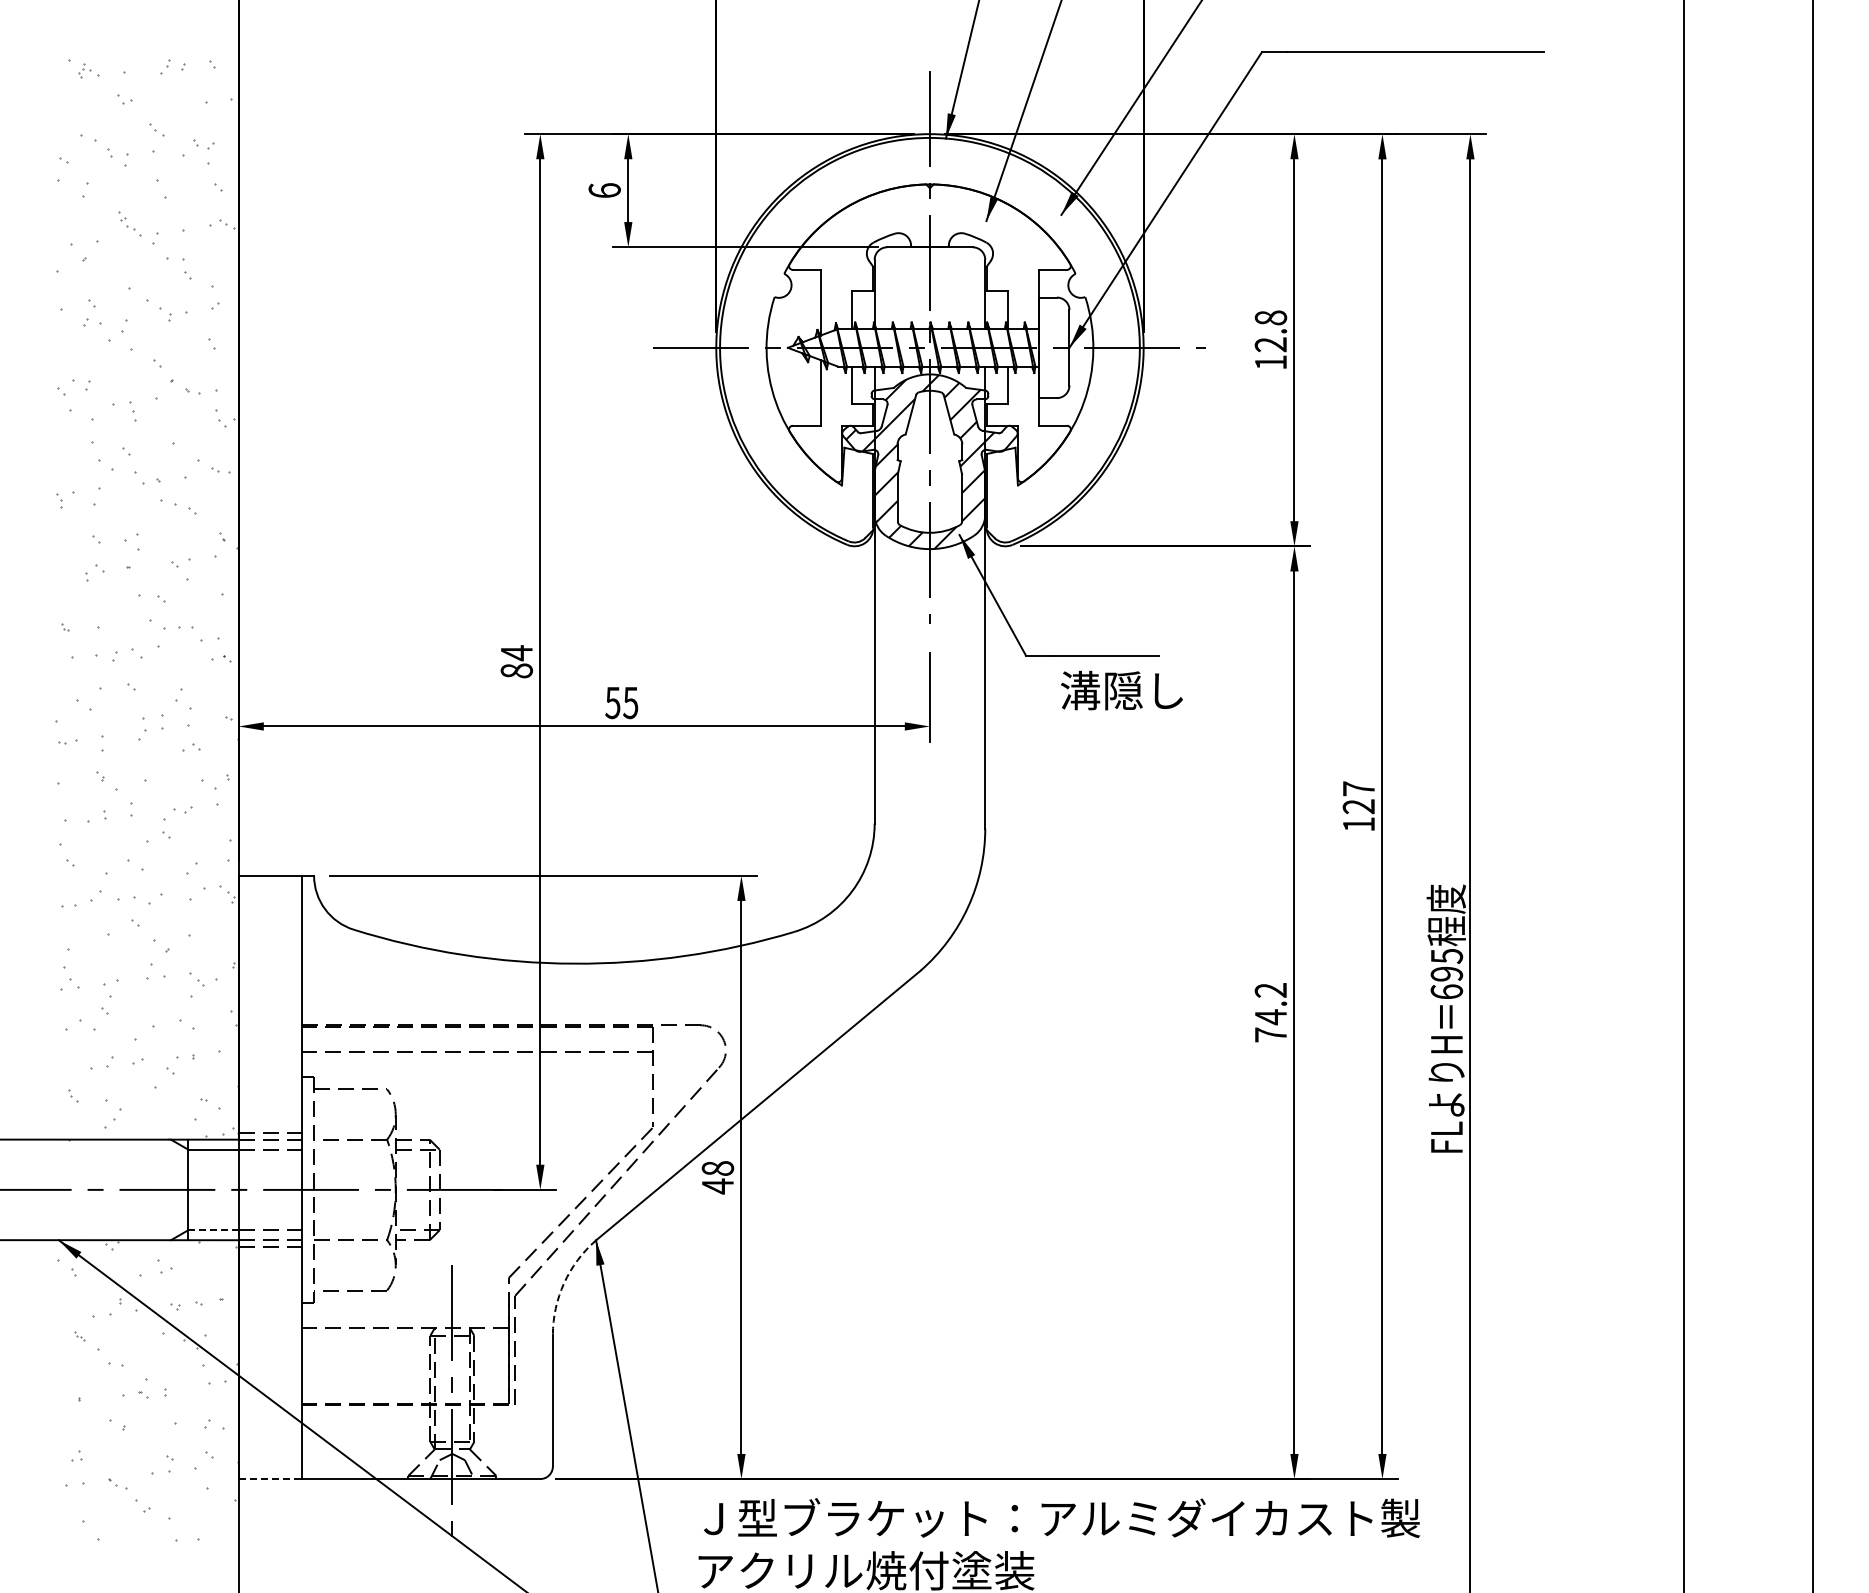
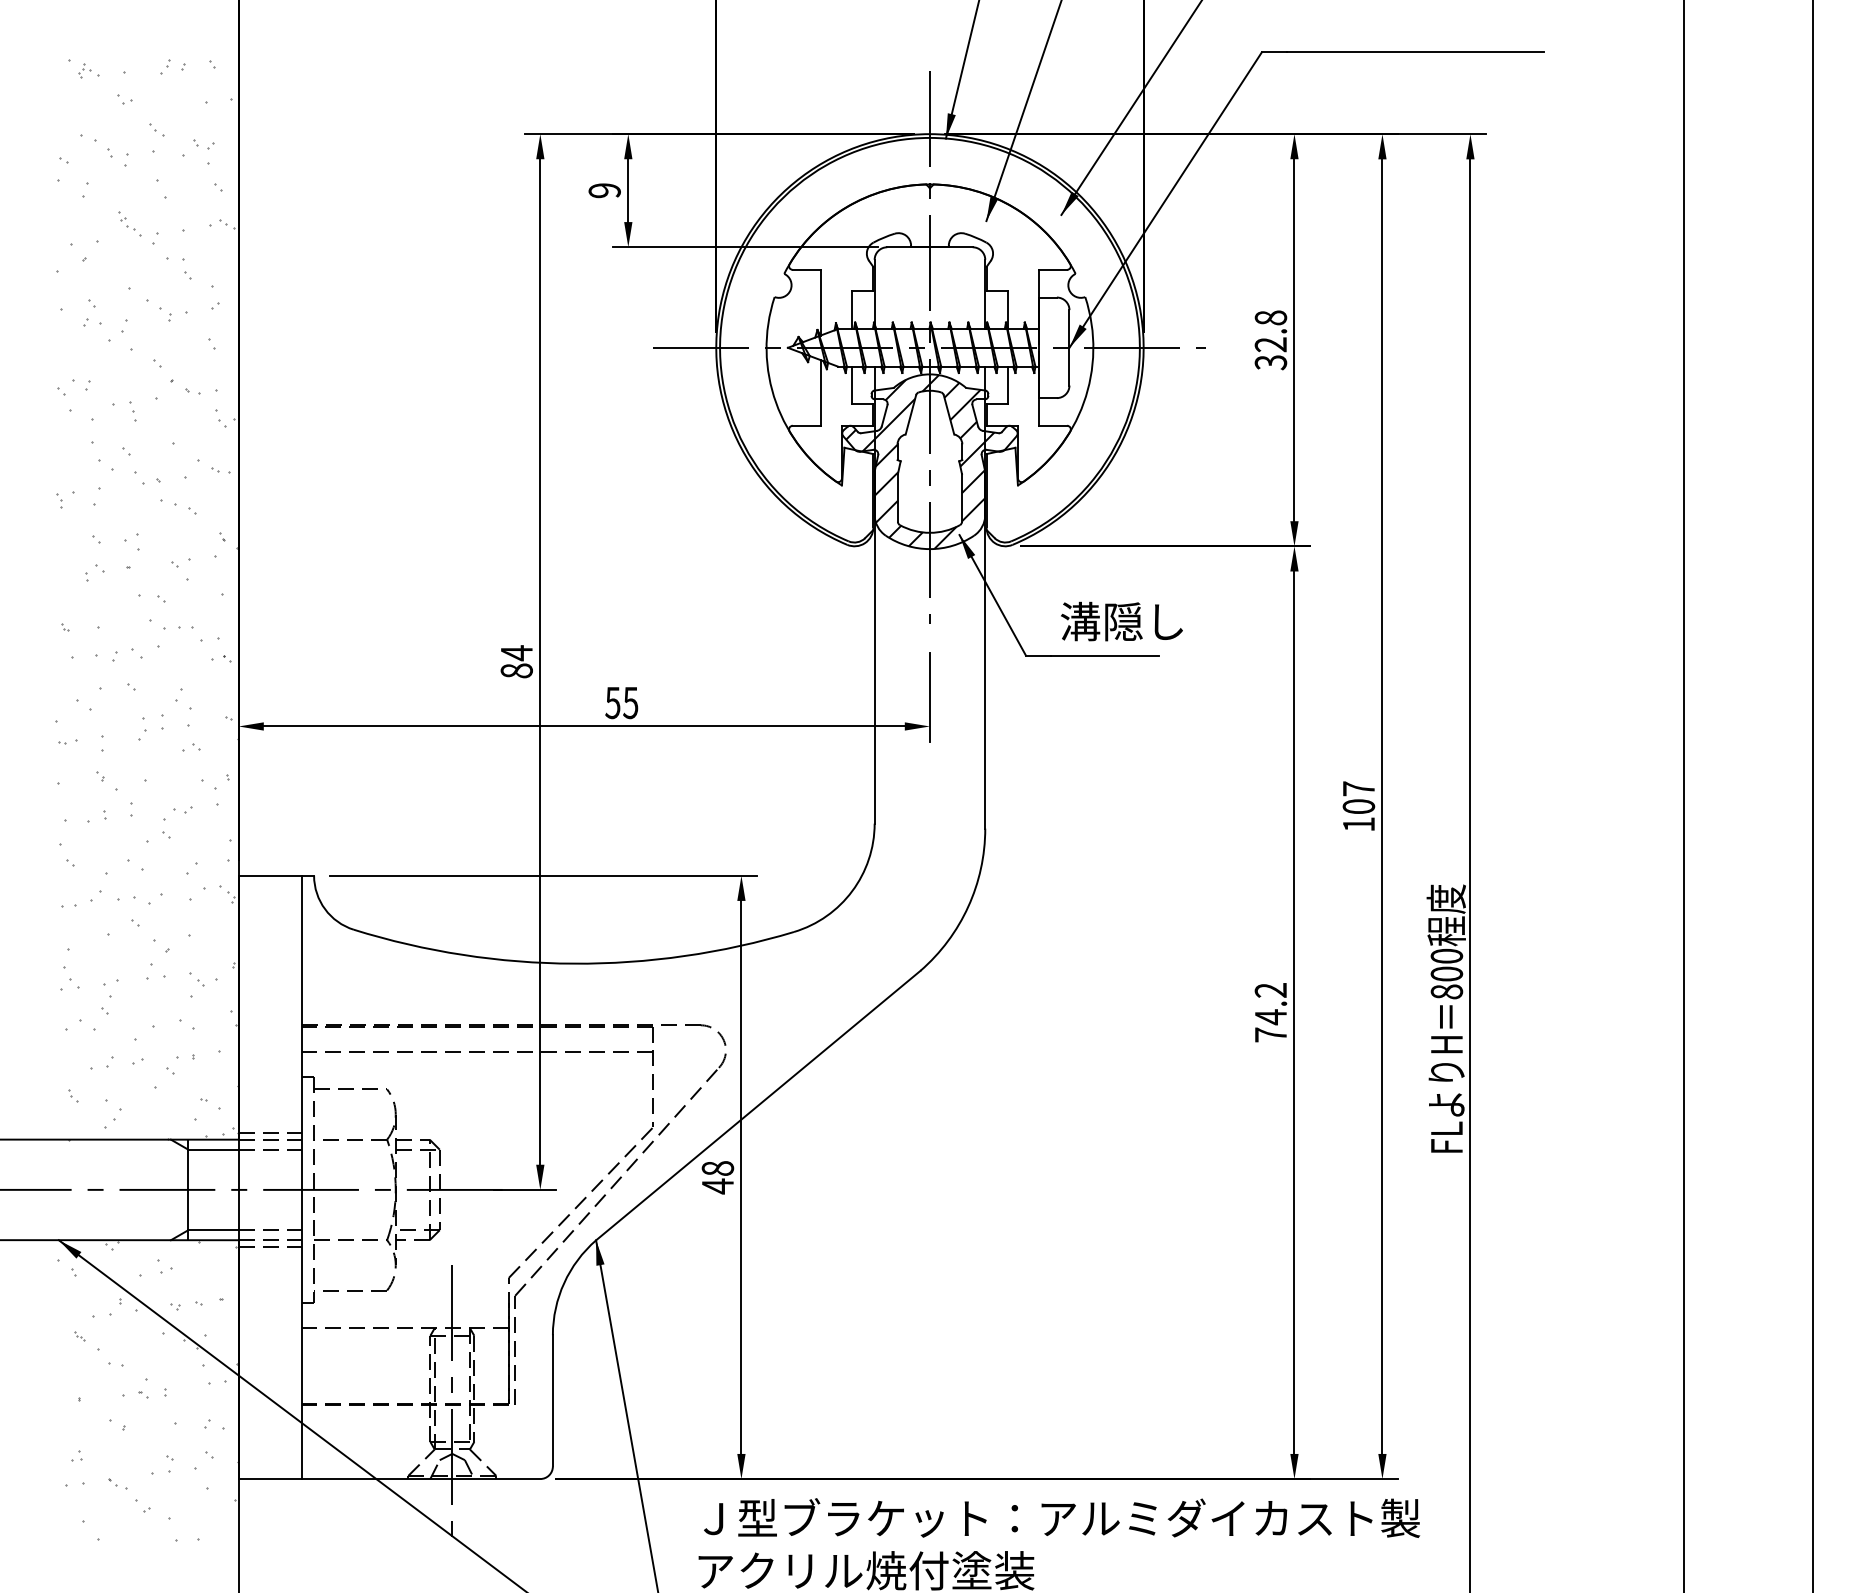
text at (604, 190): 6 -> 9
text at (1270, 362): 12.8 -> 32.8
text at (1121, 690) position: (1121, 690) -> (1121, 621)
text at (1358, 806): 127 -> 107
text at (1446, 973): 695 -> 800
line at (213, 1230): dashed -> solid
arc at (564, 1283): dashed -> solid
line at (270, 1479): dashed -> solid
